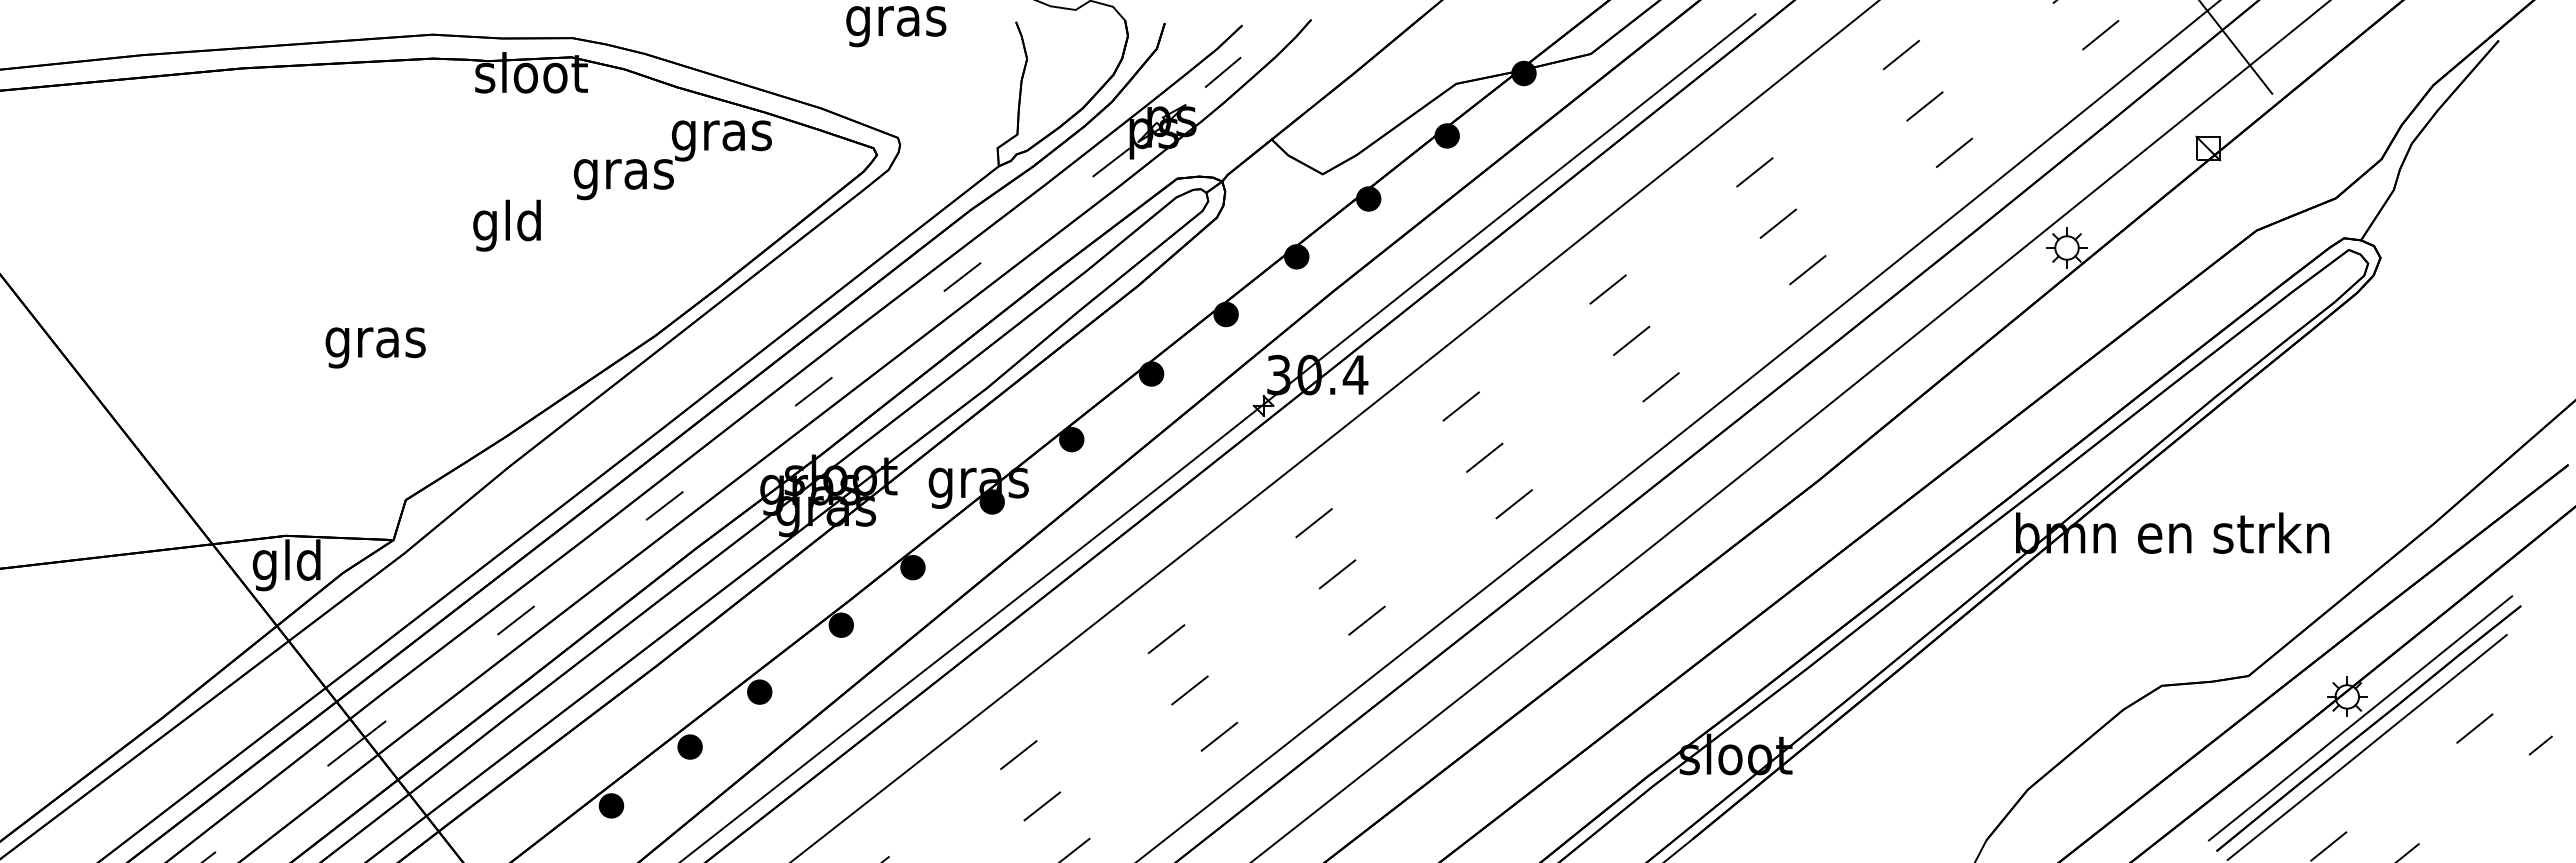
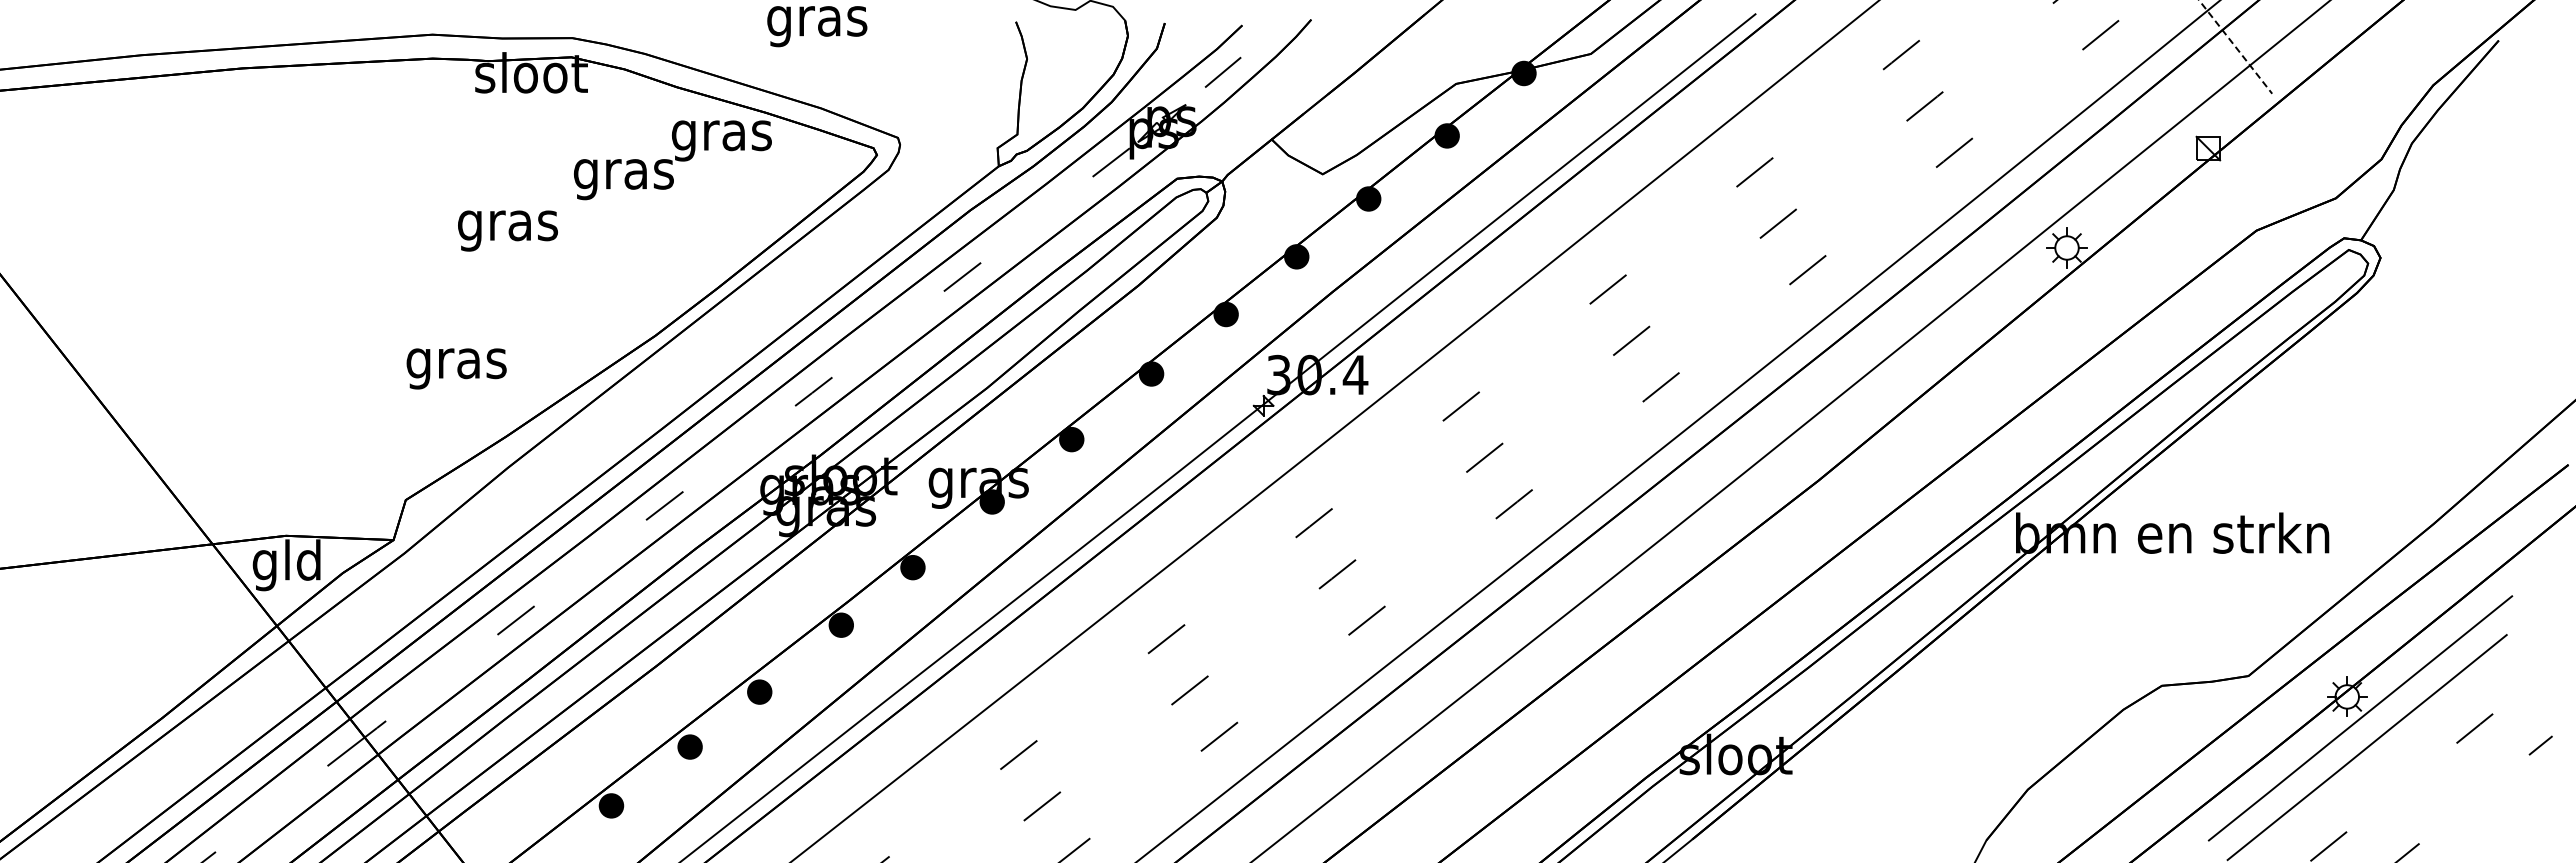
text at (896, 26) position: (896, 26) -> (817, 26)
line at (2235, 47): solid -> dashed
text at (507, 225): gld -> gras
text at (375, 347) position: (375, 347) -> (456, 368)
line at (2368, 728): present -> none
